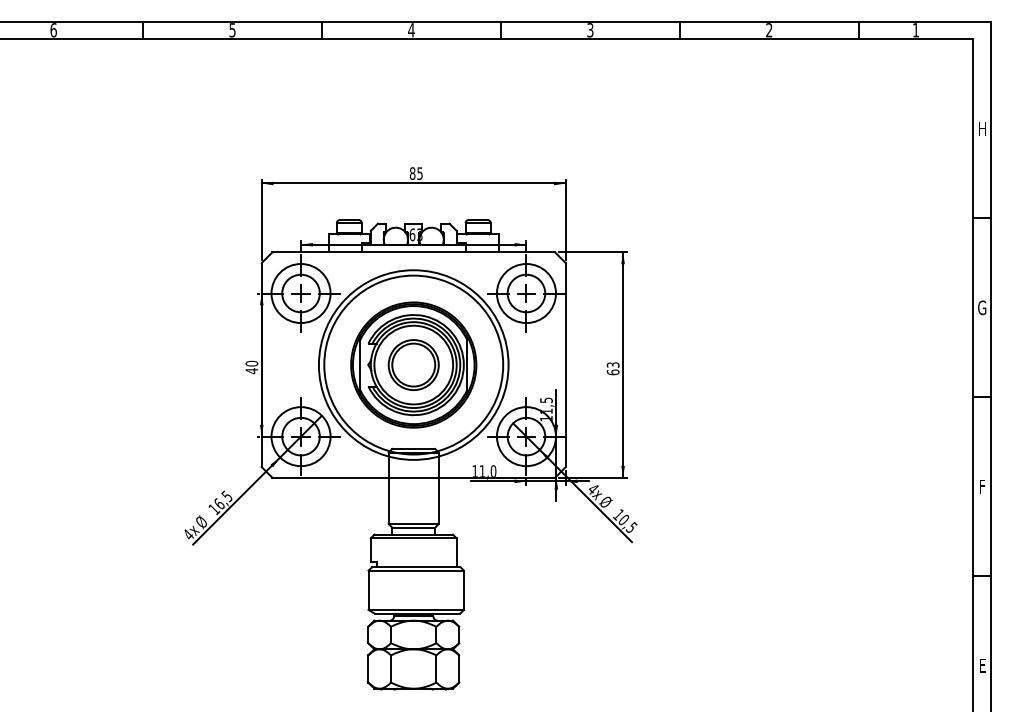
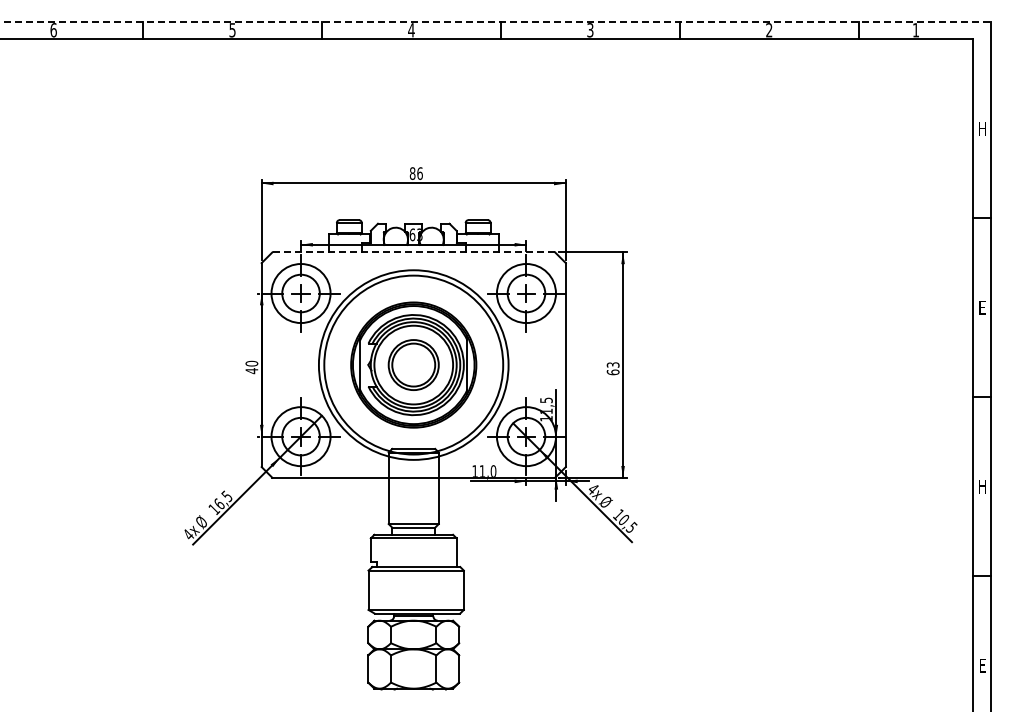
line at (496, 21): solid -> dashed
text at (419, 173): 85 -> 86
line at (413, 252): solid -> dashed
text at (982, 307): G -> E
text at (982, 486): F -> H
